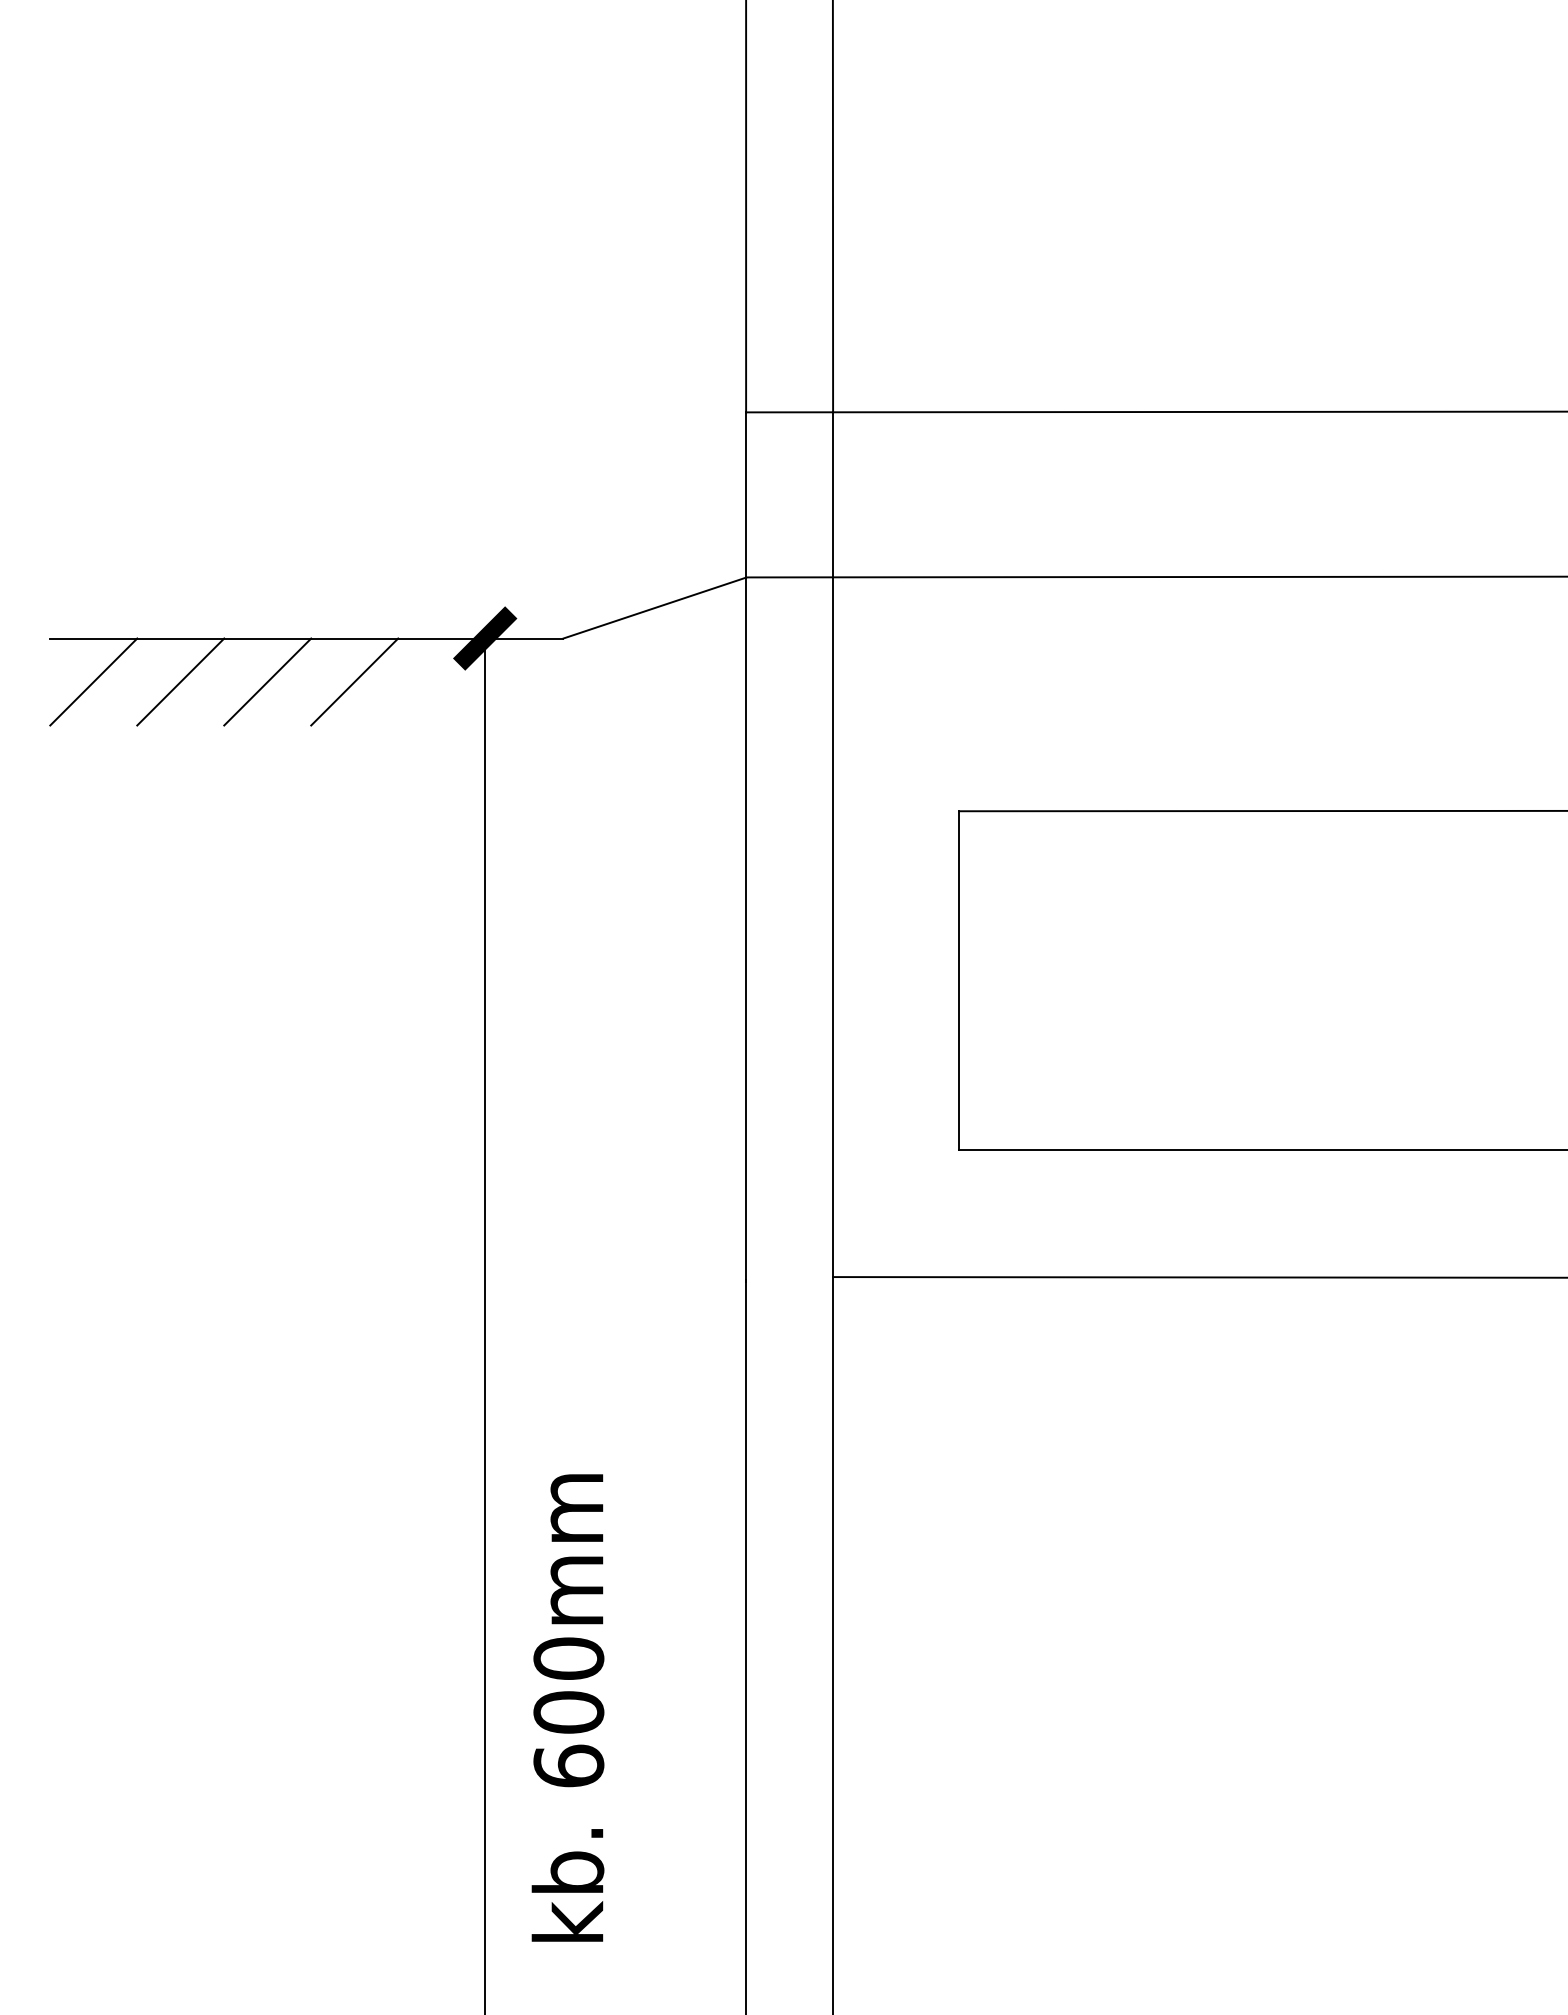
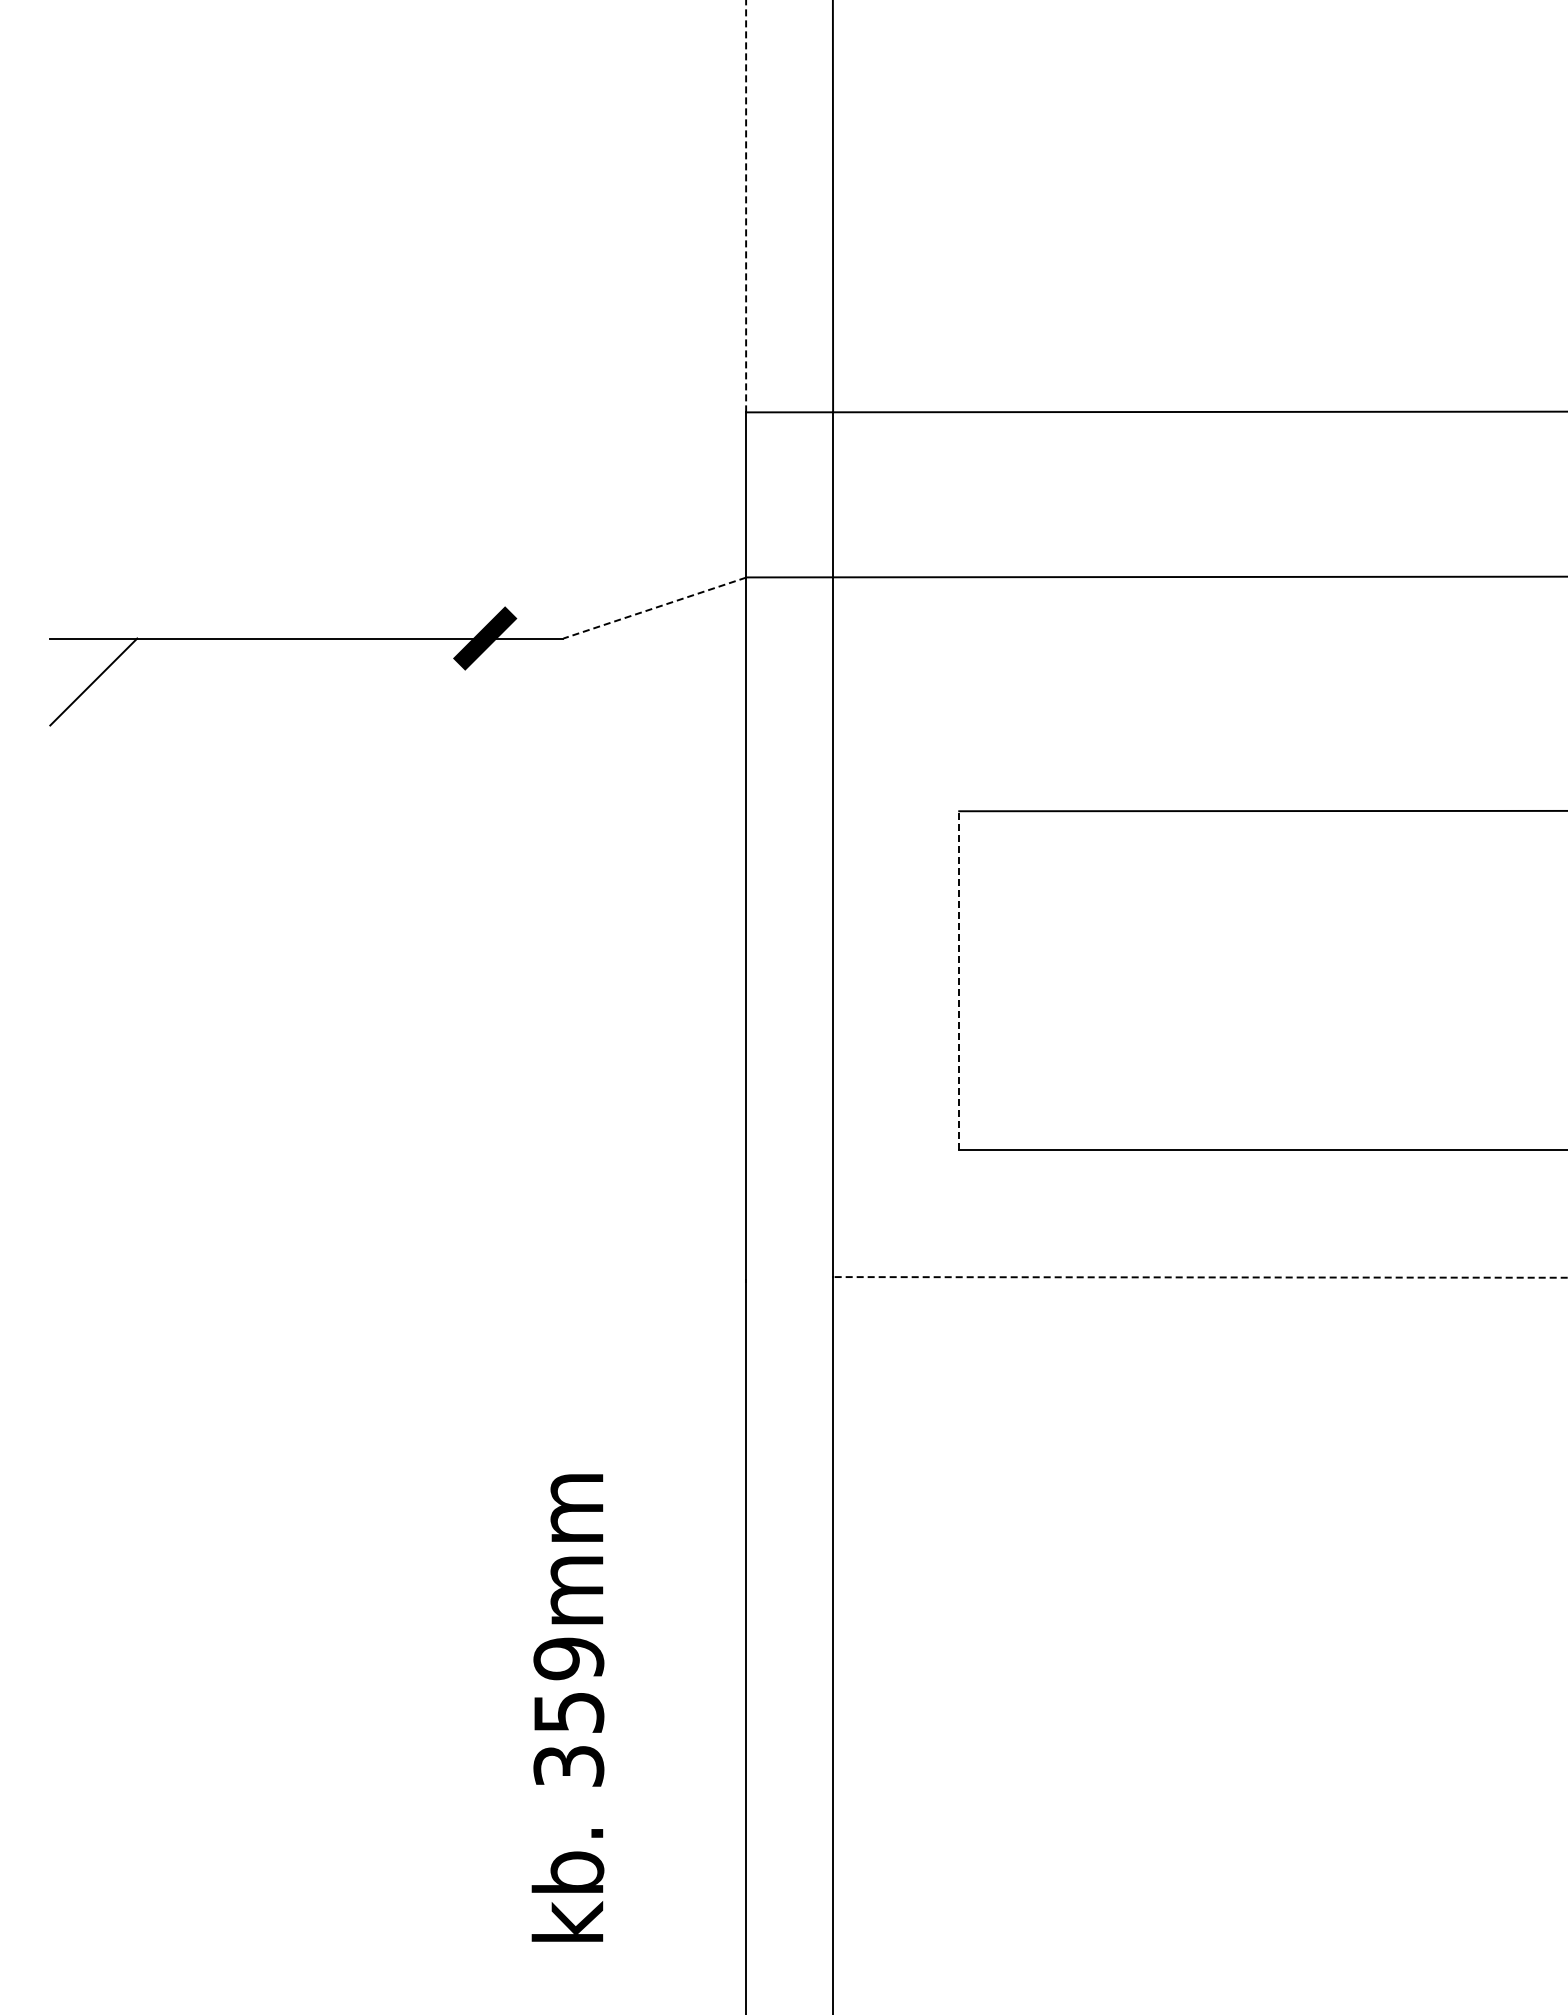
line at (746, 206): solid -> dashed
line at (654, 608): solid -> dashed
line at (180, 681): present -> none
line at (267, 681): present -> none
line at (354, 681): present -> none
line at (959, 980): solid -> dashed
line at (1200, 1277): solid -> dashed
line at (485, 1324): present -> none
text at (568, 1712): 600mm -> 359mm
